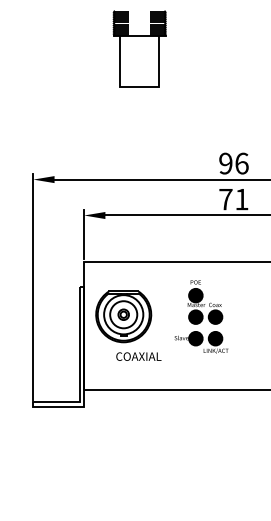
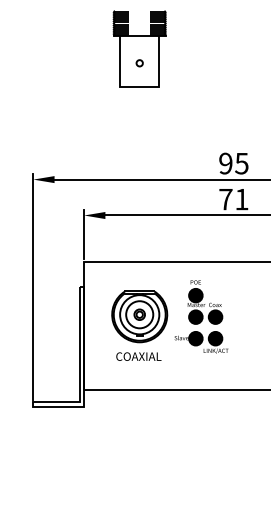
circle at (139, 63): none -> present
text at (241, 163): 96 -> 95
part at (123, 316) position: (123, 316) -> (139, 316)
